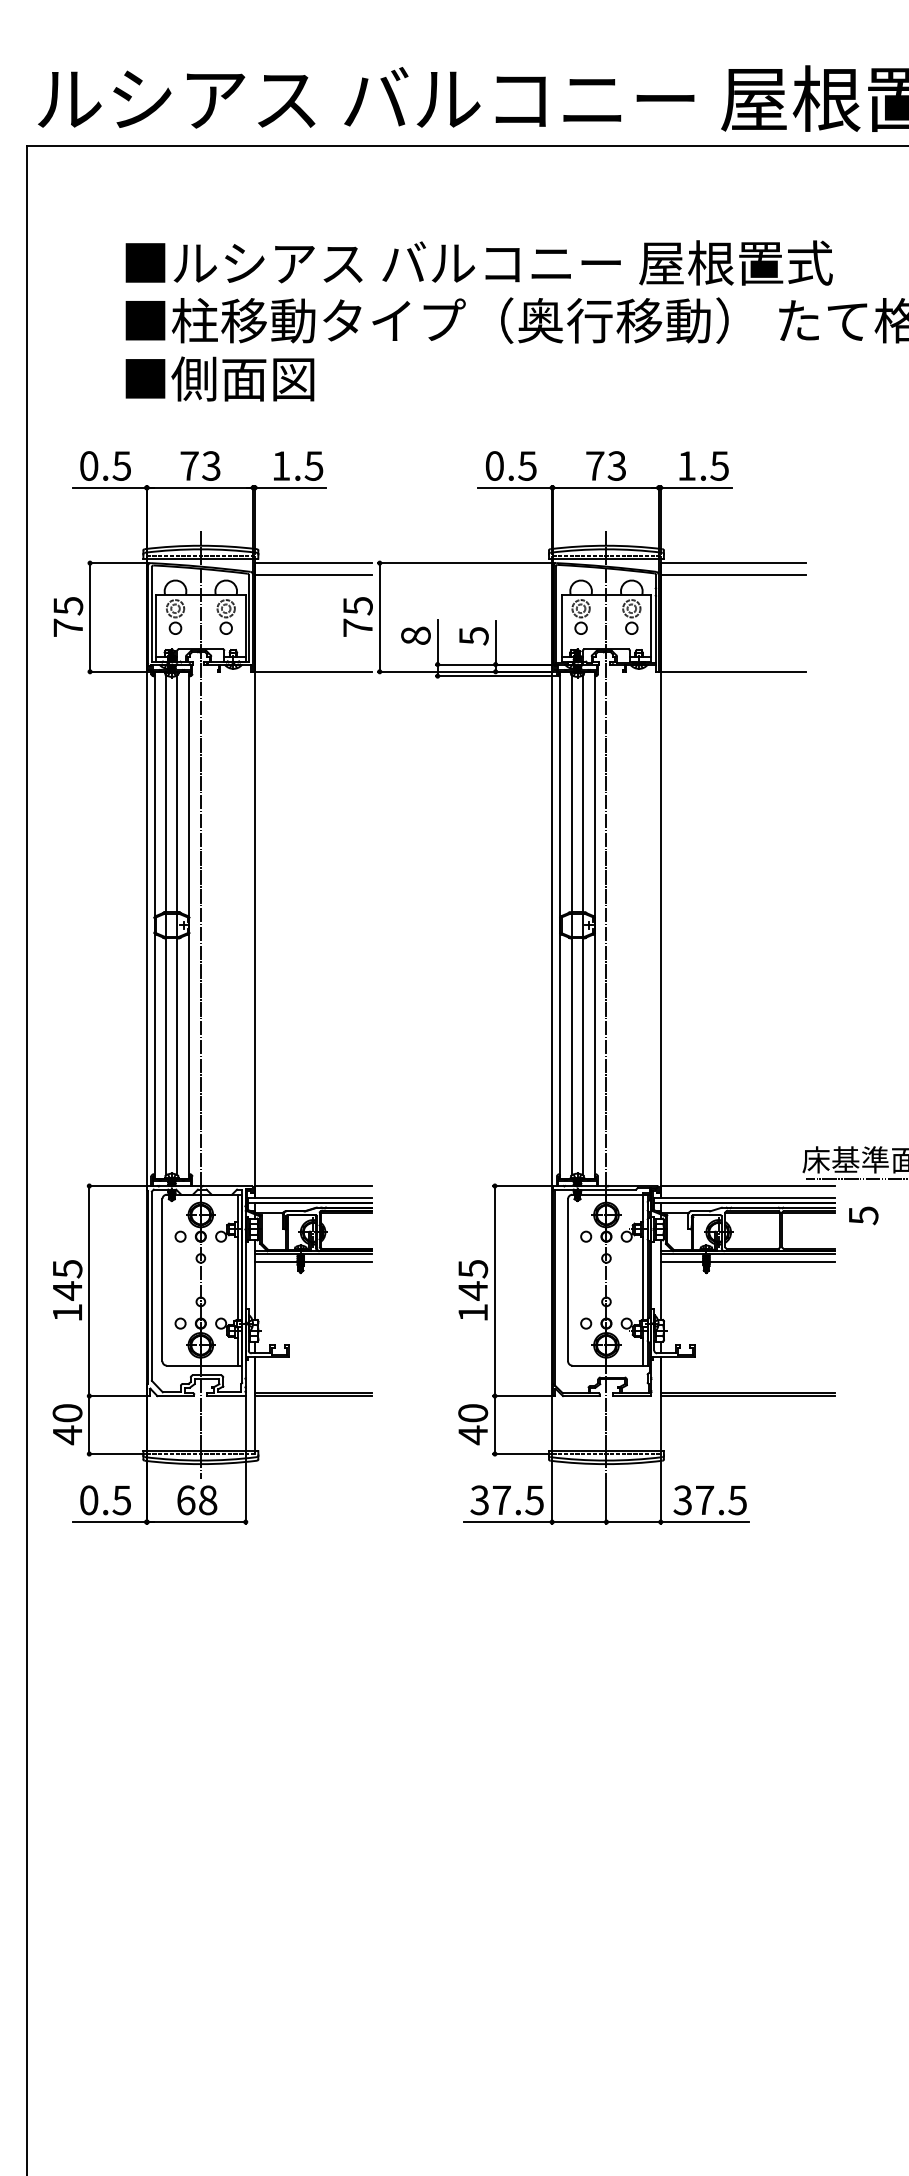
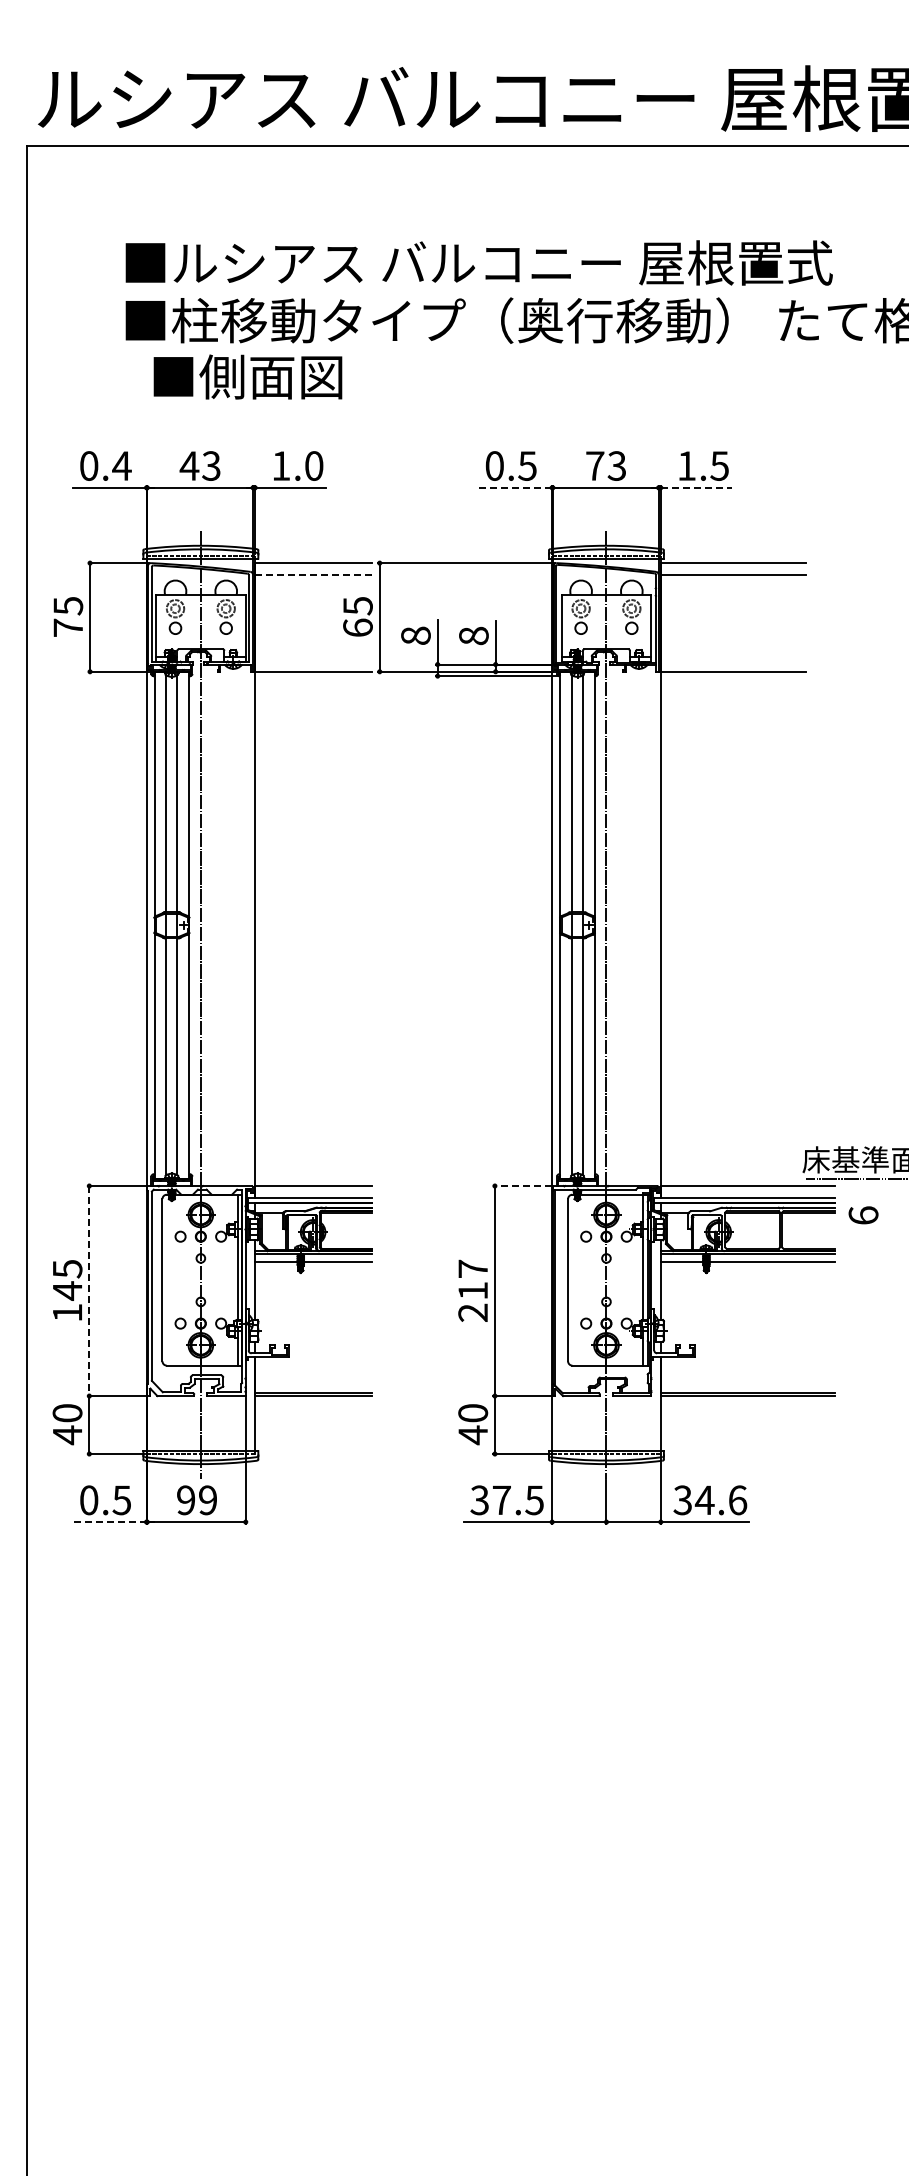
text at (219, 378) position: (219, 378) -> (247, 376)
text at (121, 465): 0.5 -> 0.4
text at (189, 465): 73 -> 43
text at (313, 465): 1.5 -> 1.0
line at (514, 487): solid -> dashed
line at (696, 487): solid -> dashed
line at (313, 574): solid -> dashed
text at (357, 627): 75 -> 65
text at (473, 635): 5 -> 8
line at (522, 1186): solid -> dashed
text at (863, 1215): 5 -> 6
text at (473, 1290): 145 -> 217
line at (89, 1291): solid -> dashed
text at (197, 1500): 68 -> 99
text at (720, 1500): 37.5 -> 34.6
line at (109, 1522): solid -> dashed
